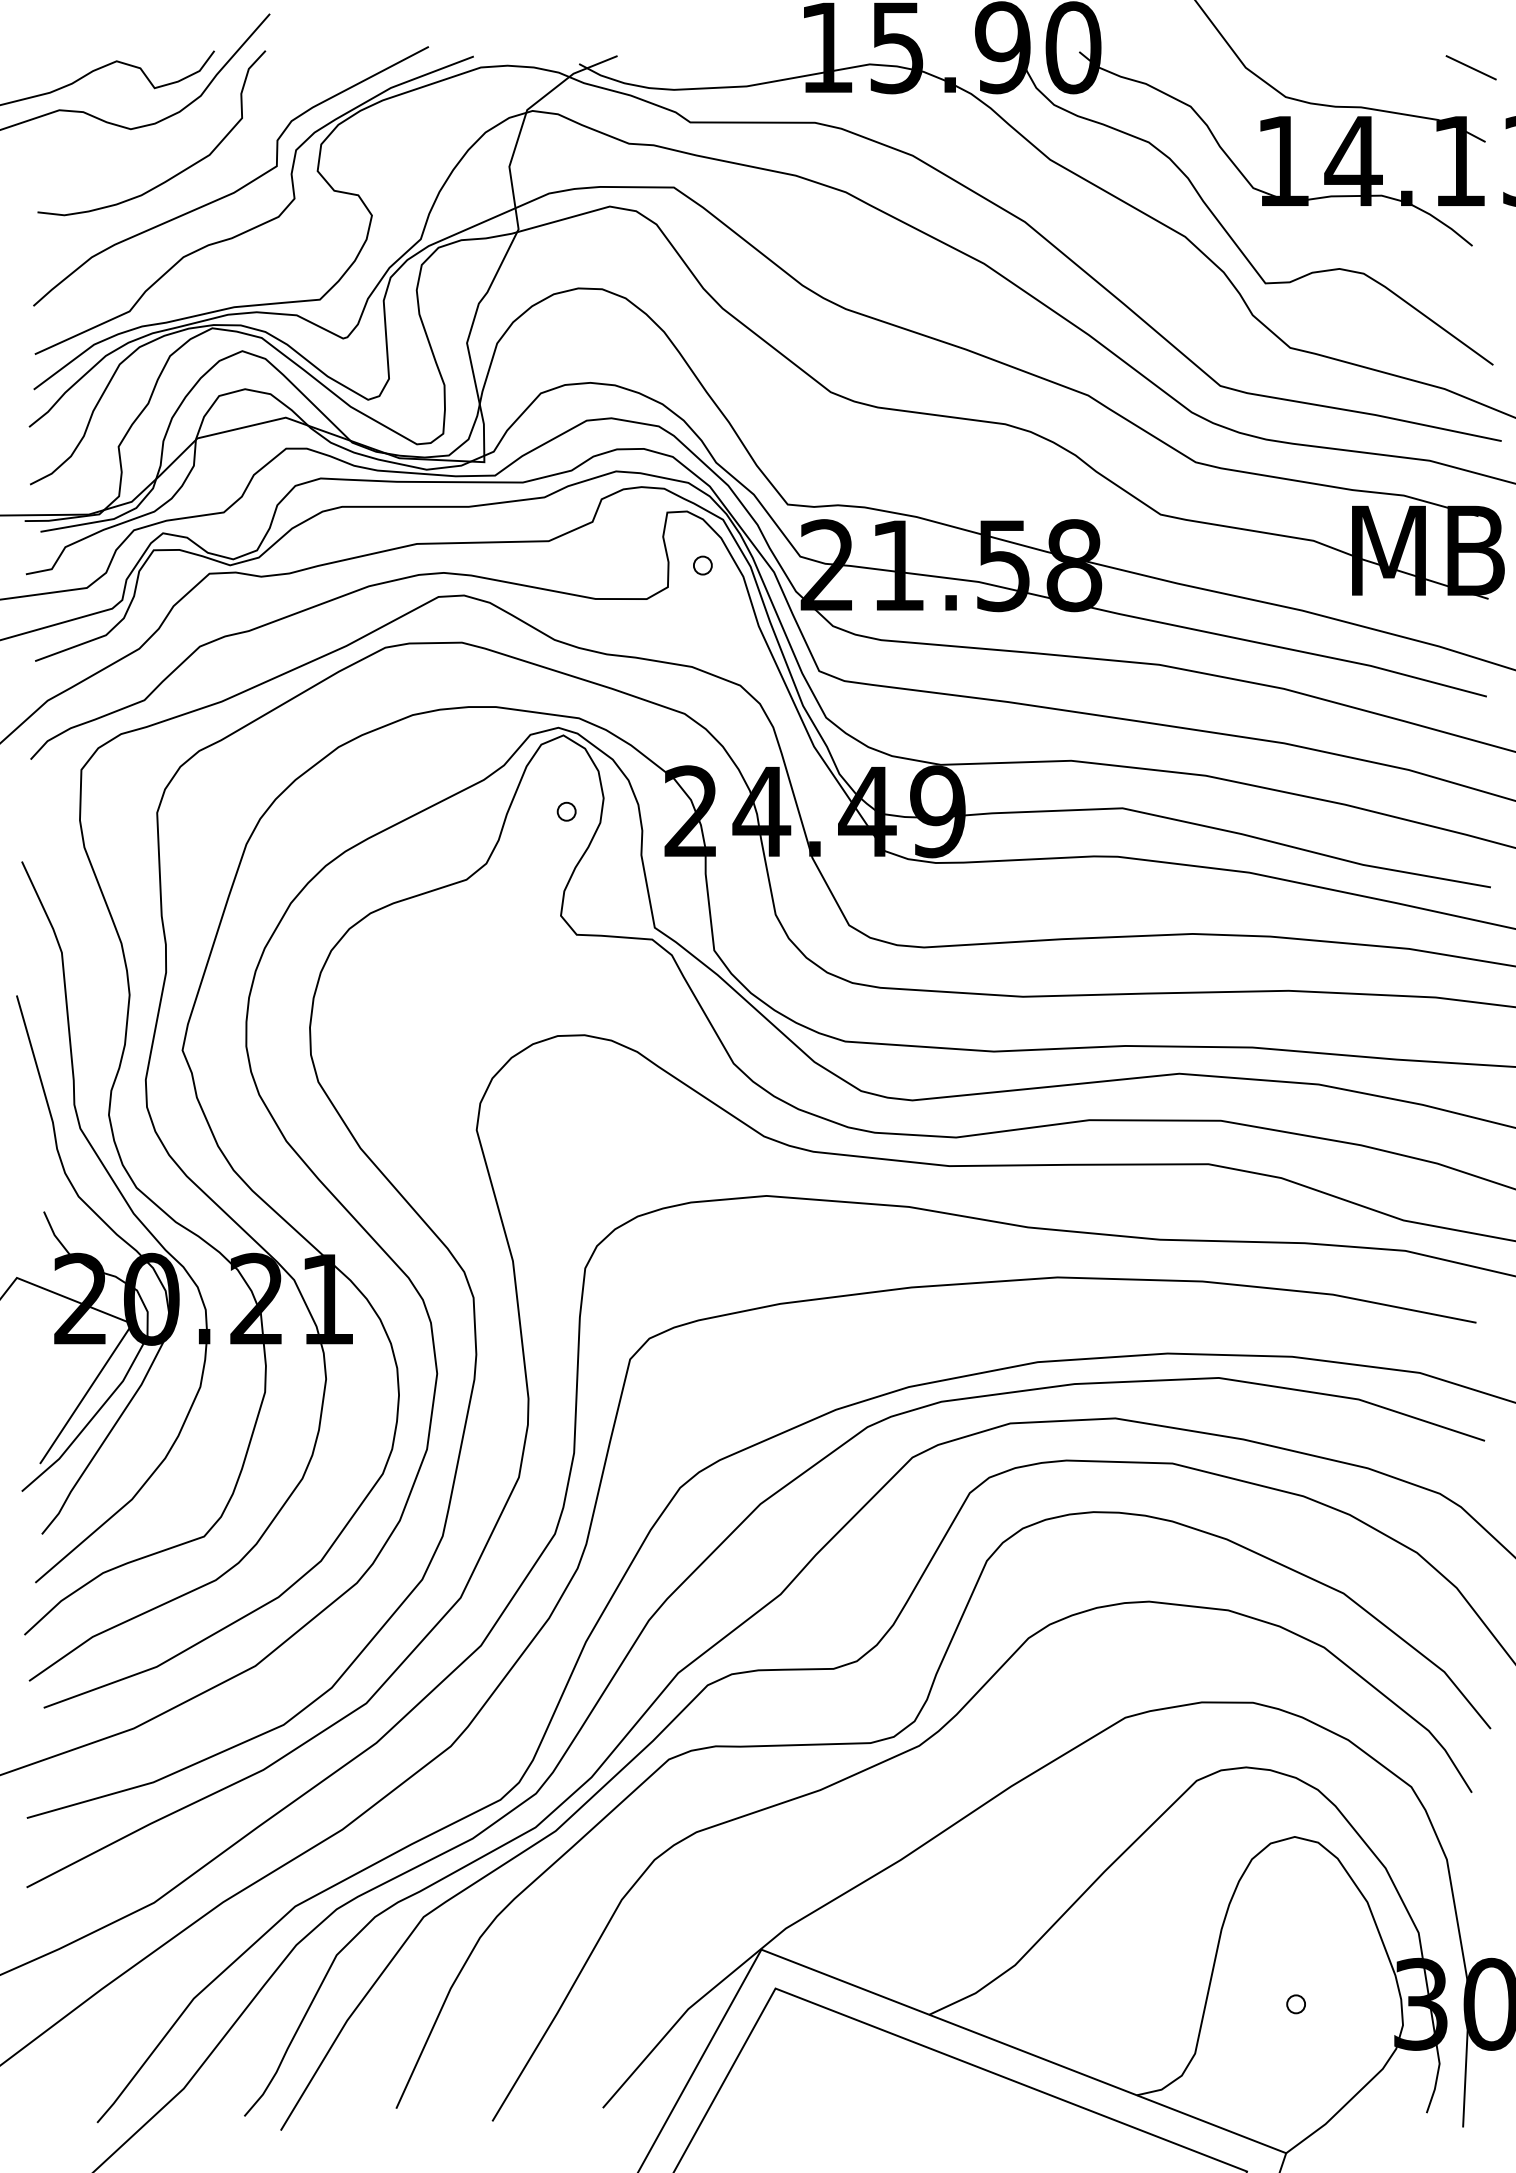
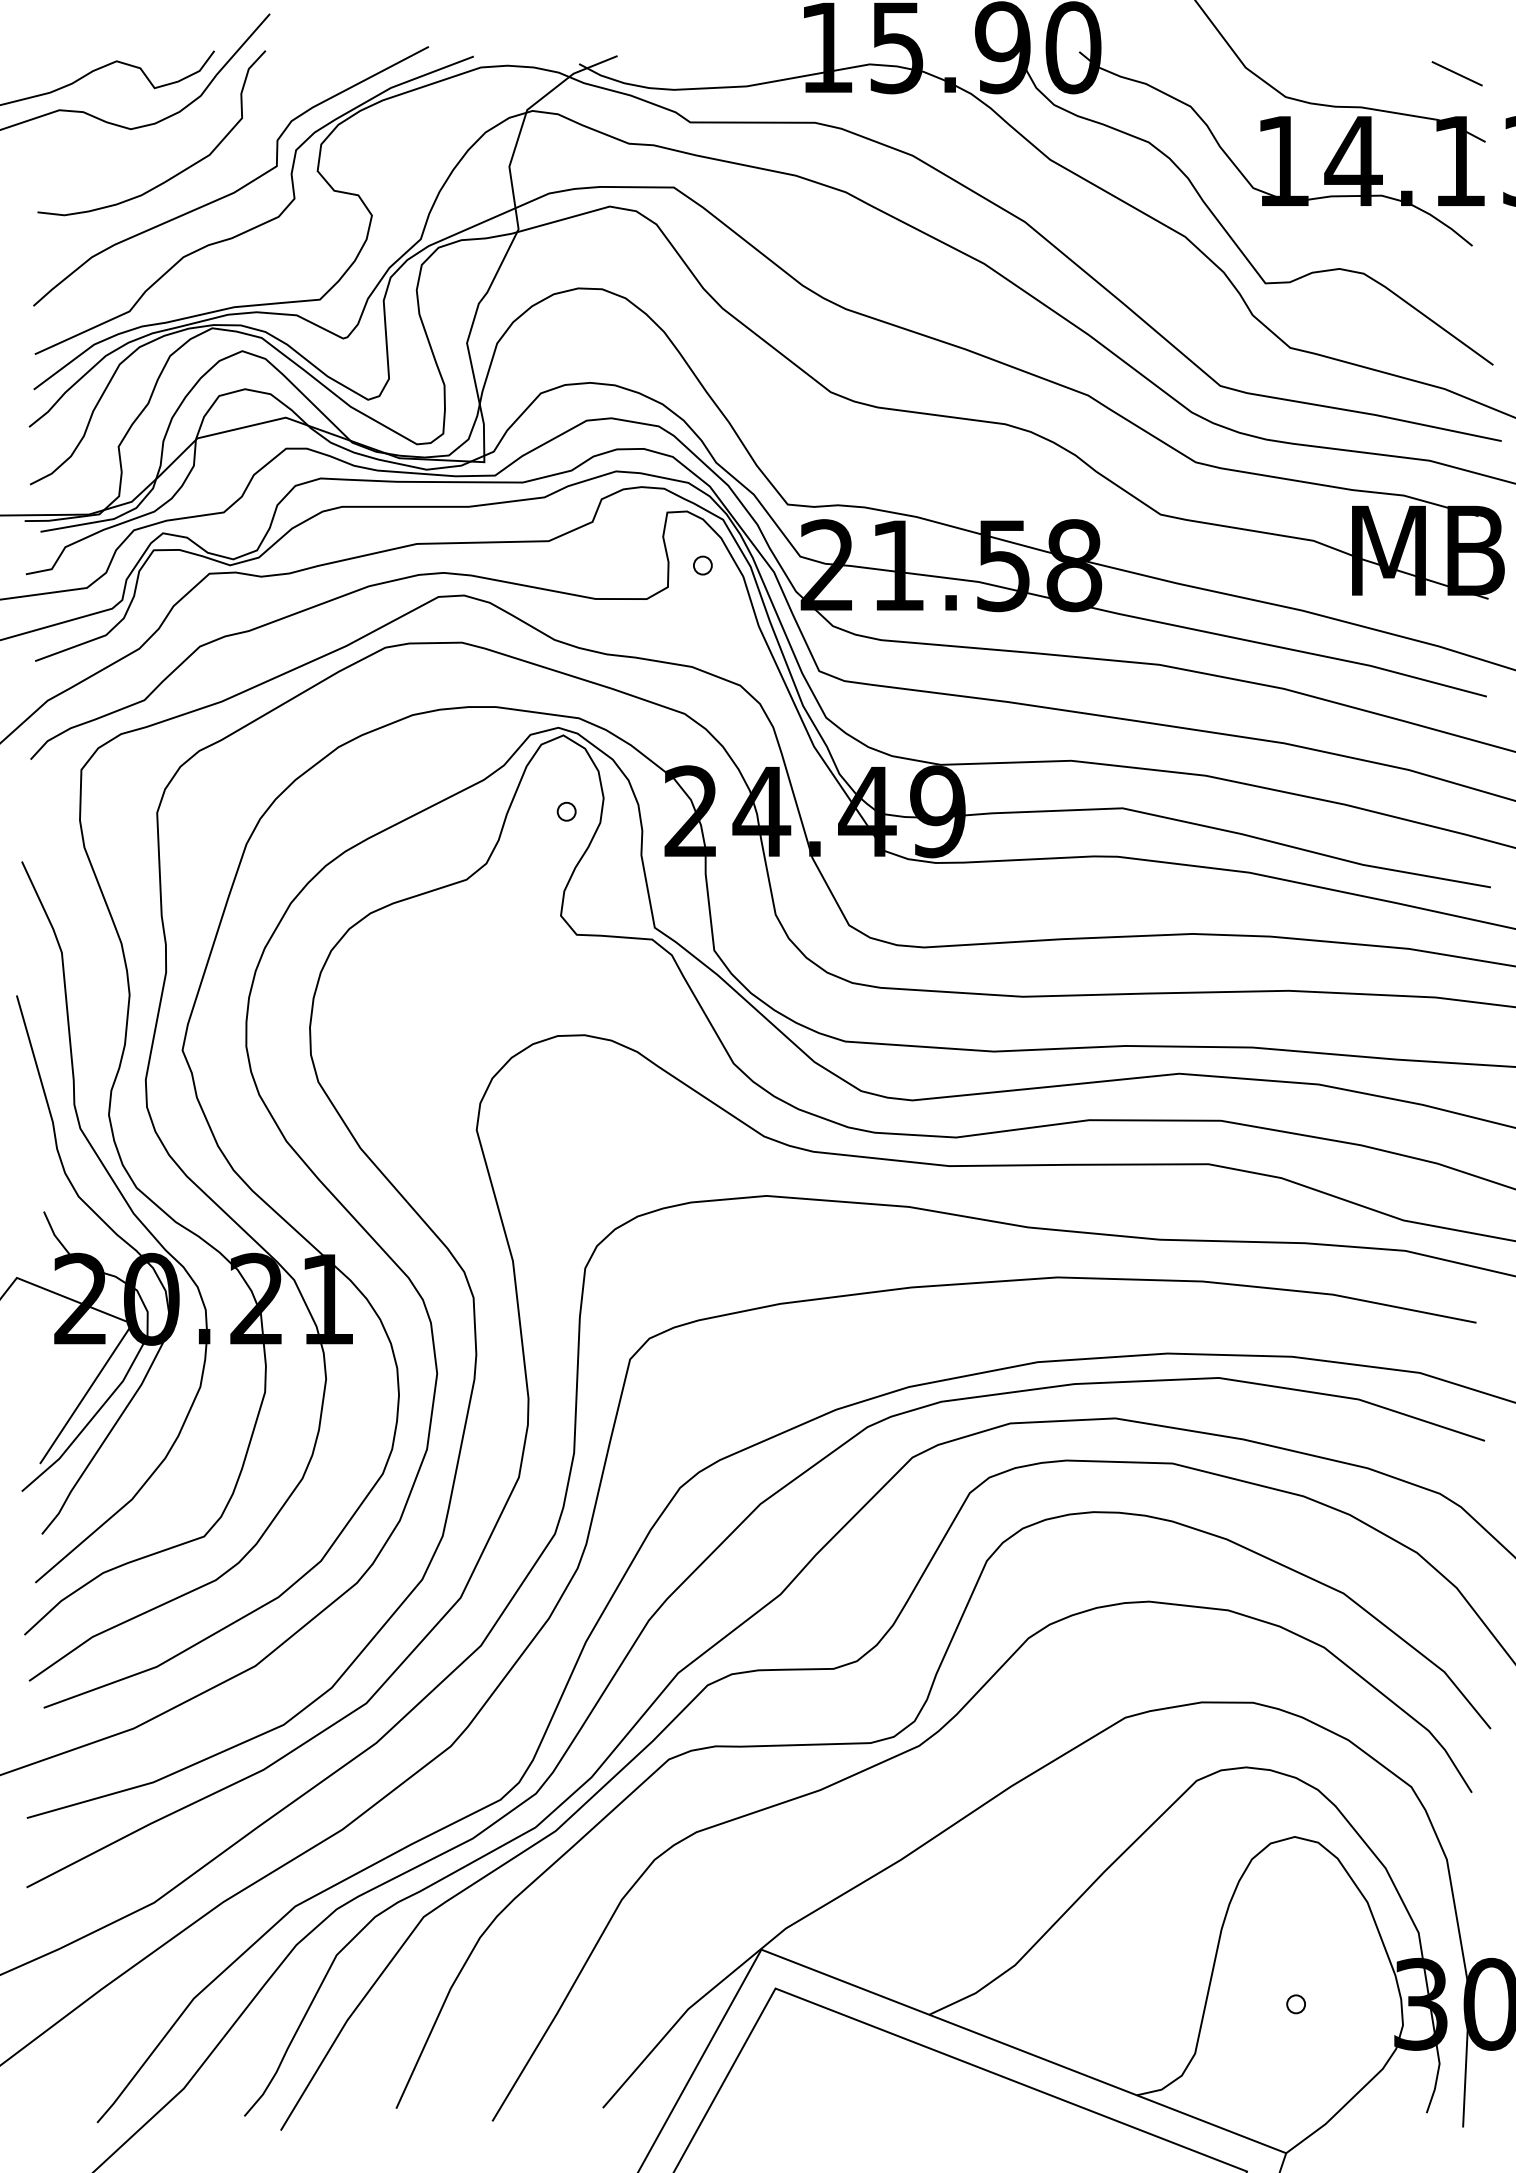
line at (1470, 67) position: (1470, 67) -> (1456, 73)
